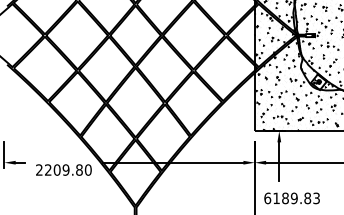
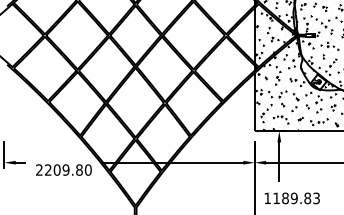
text at (267, 198): 6189.83 -> 1189.83
